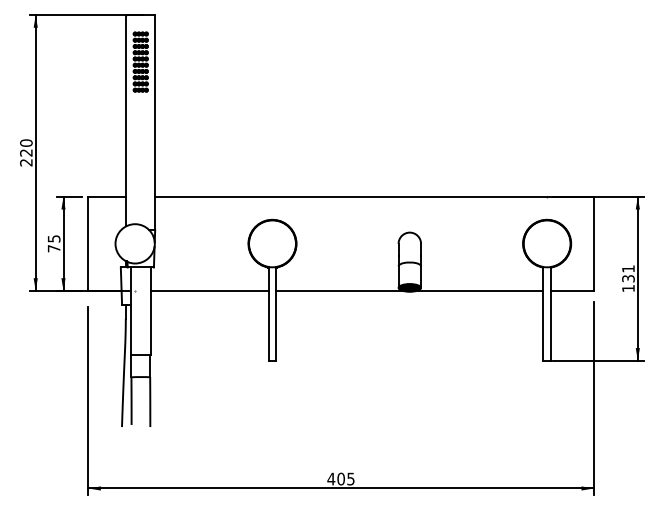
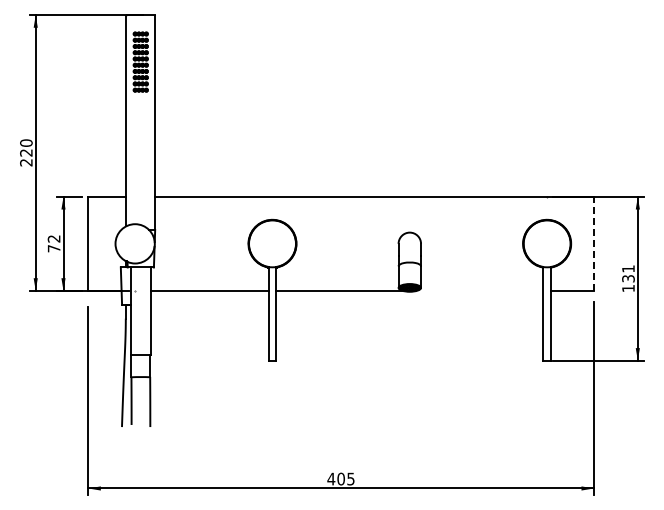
text at (53, 238): 75 -> 72
line at (593, 243): solid -> dashed
line at (480, 290): present -> none
